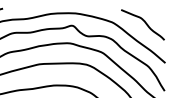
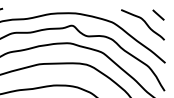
line at (158, 14): none -> present
